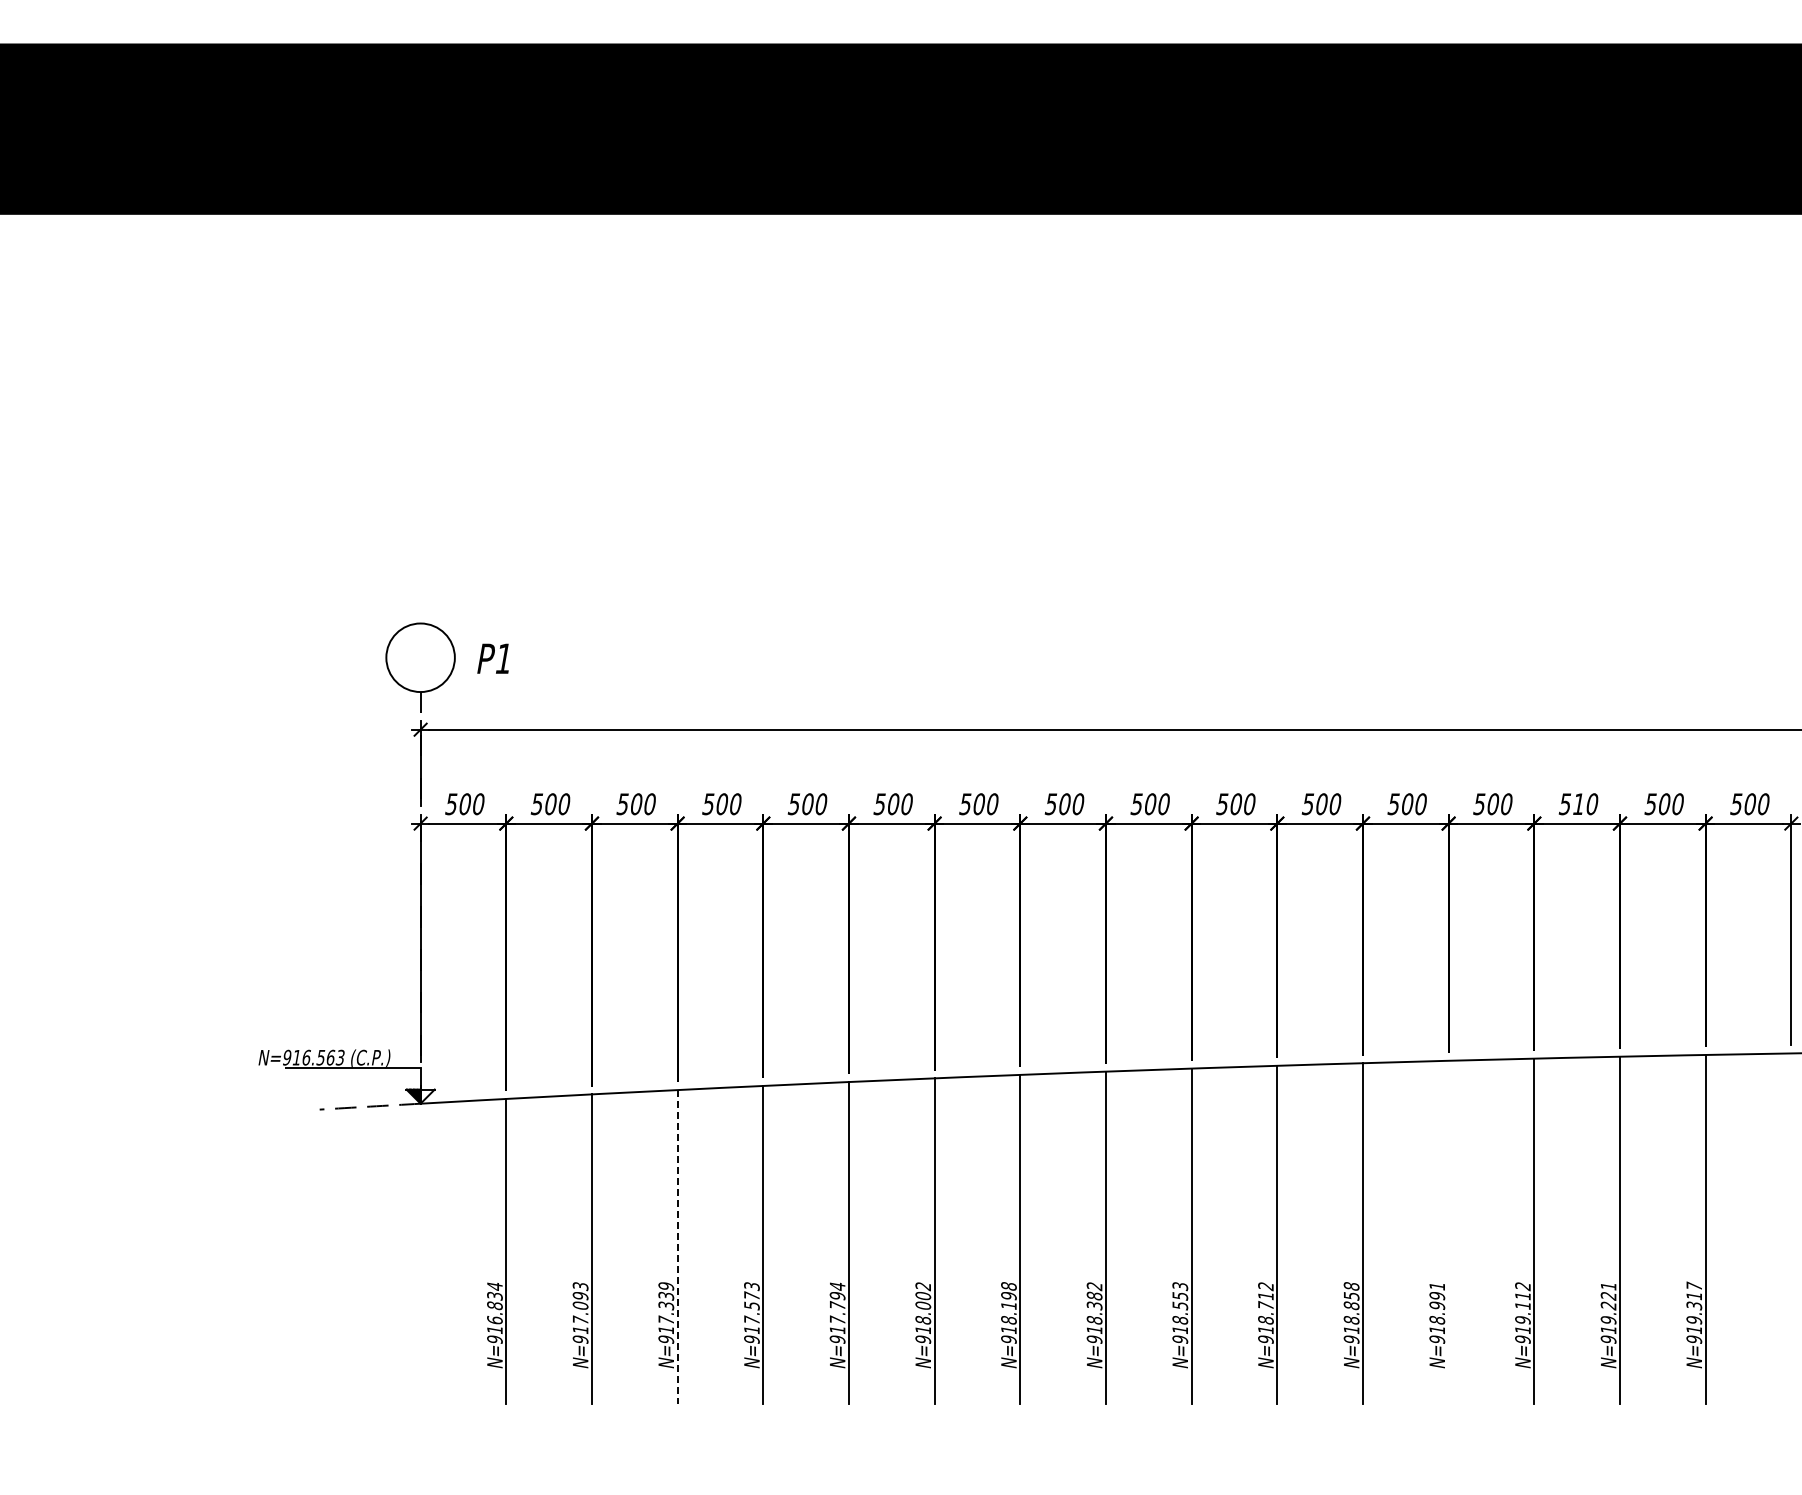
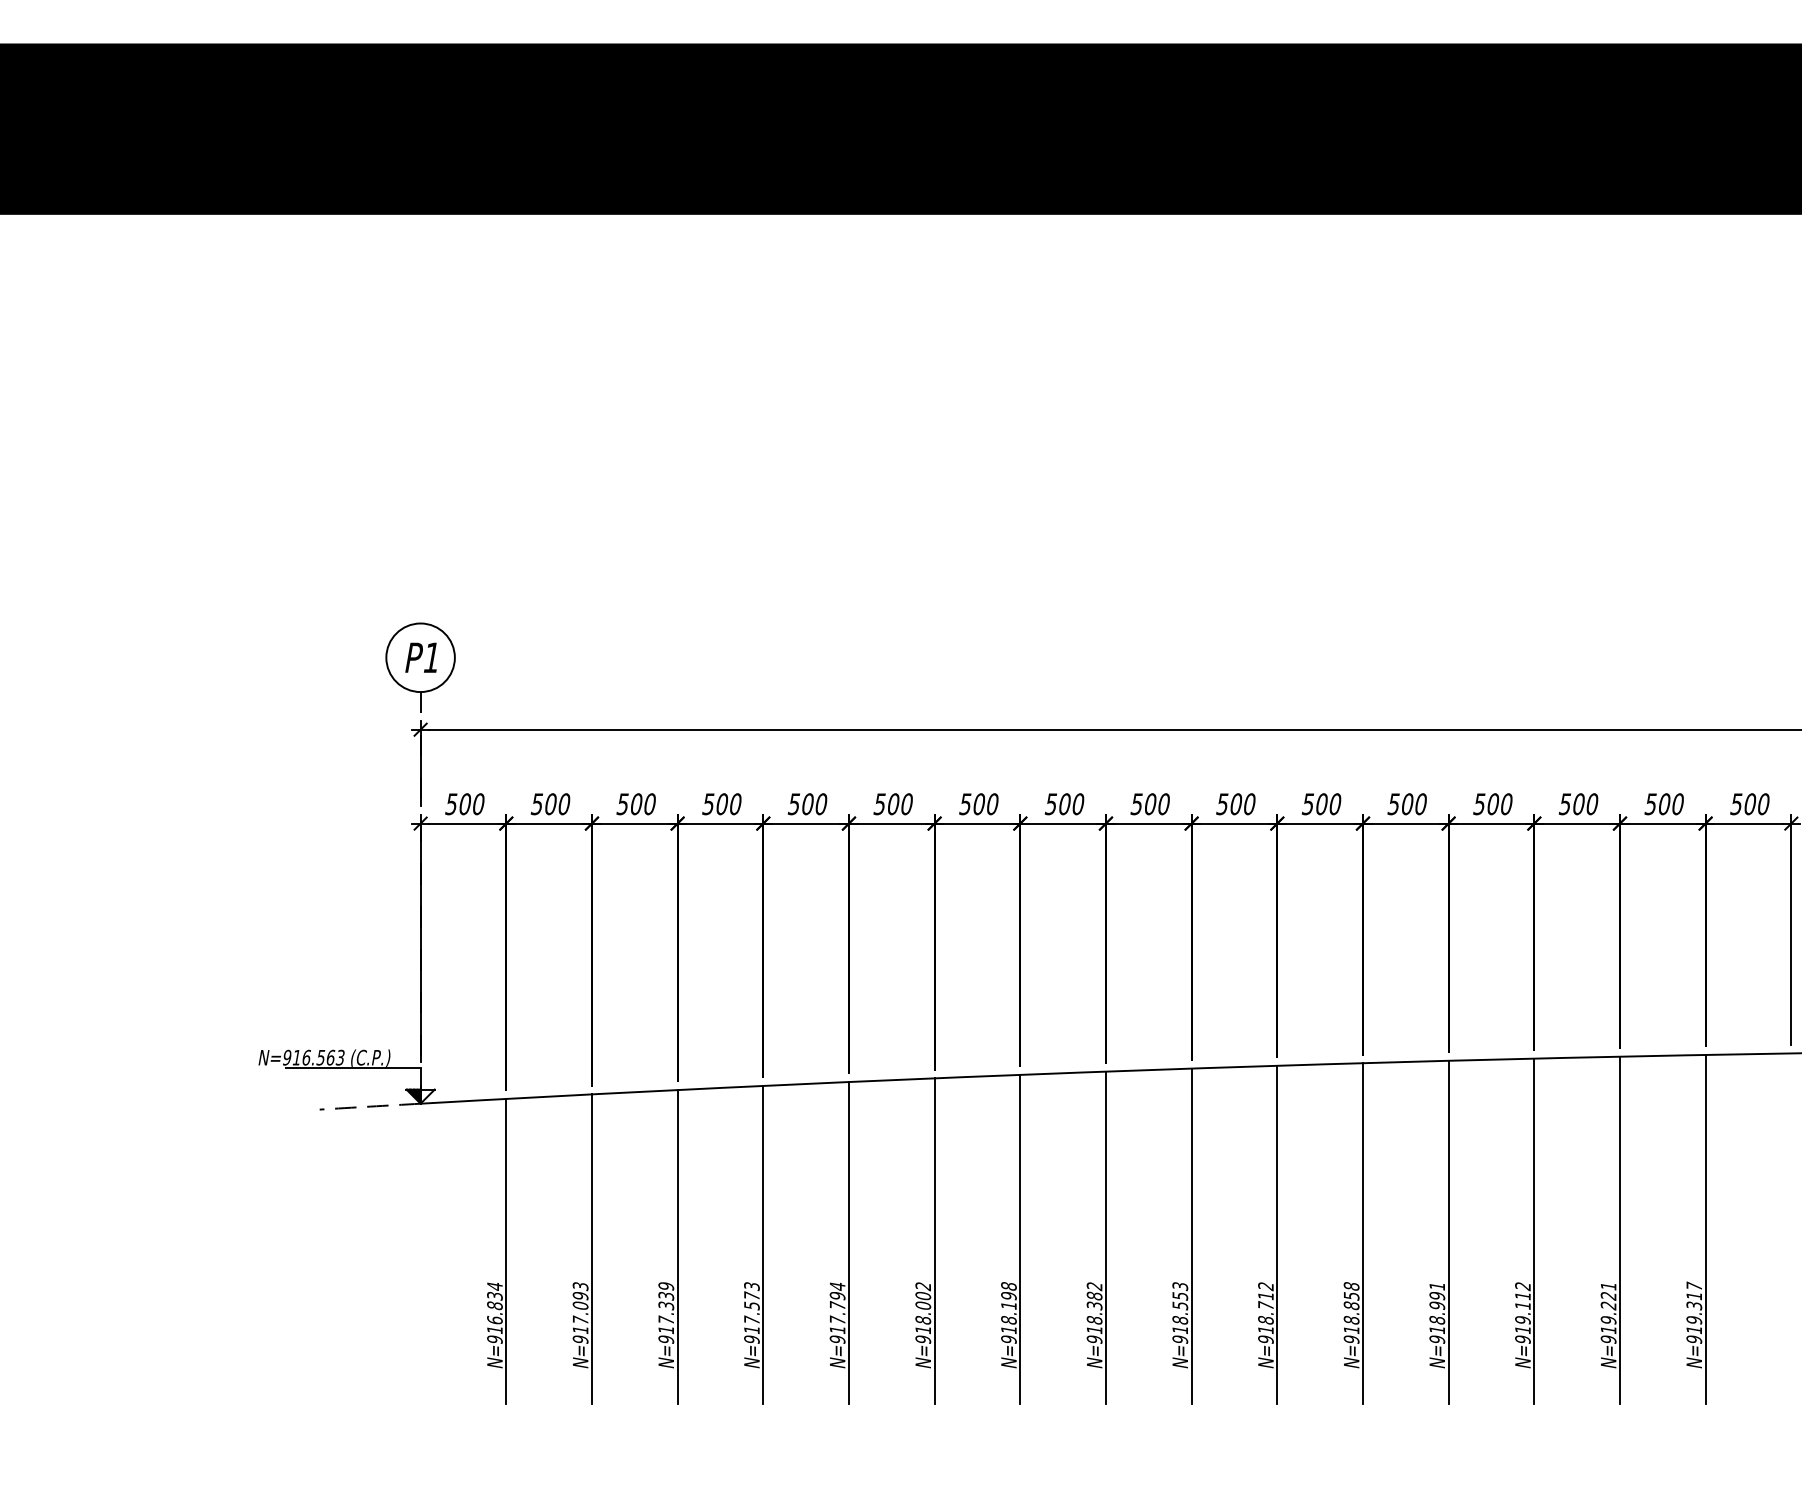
text at (492, 658) position: (492, 658) -> (420, 657)
text at (1578, 804): 510 -> 500
line at (1448, 1232): none -> present
line at (677, 1247): dashed -> solid
